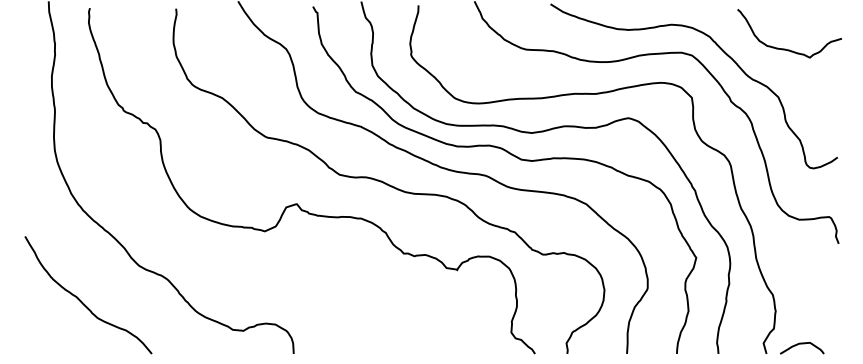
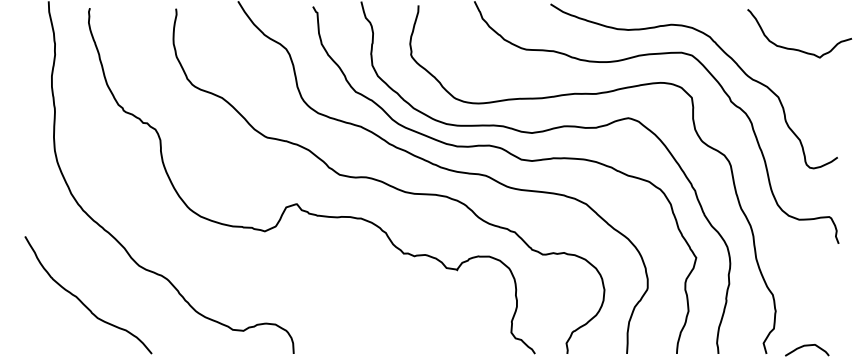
curve at (785, 48) position: (785, 48) -> (795, 48)
curve at (802, 344) position: (802, 344) -> (807, 346)
